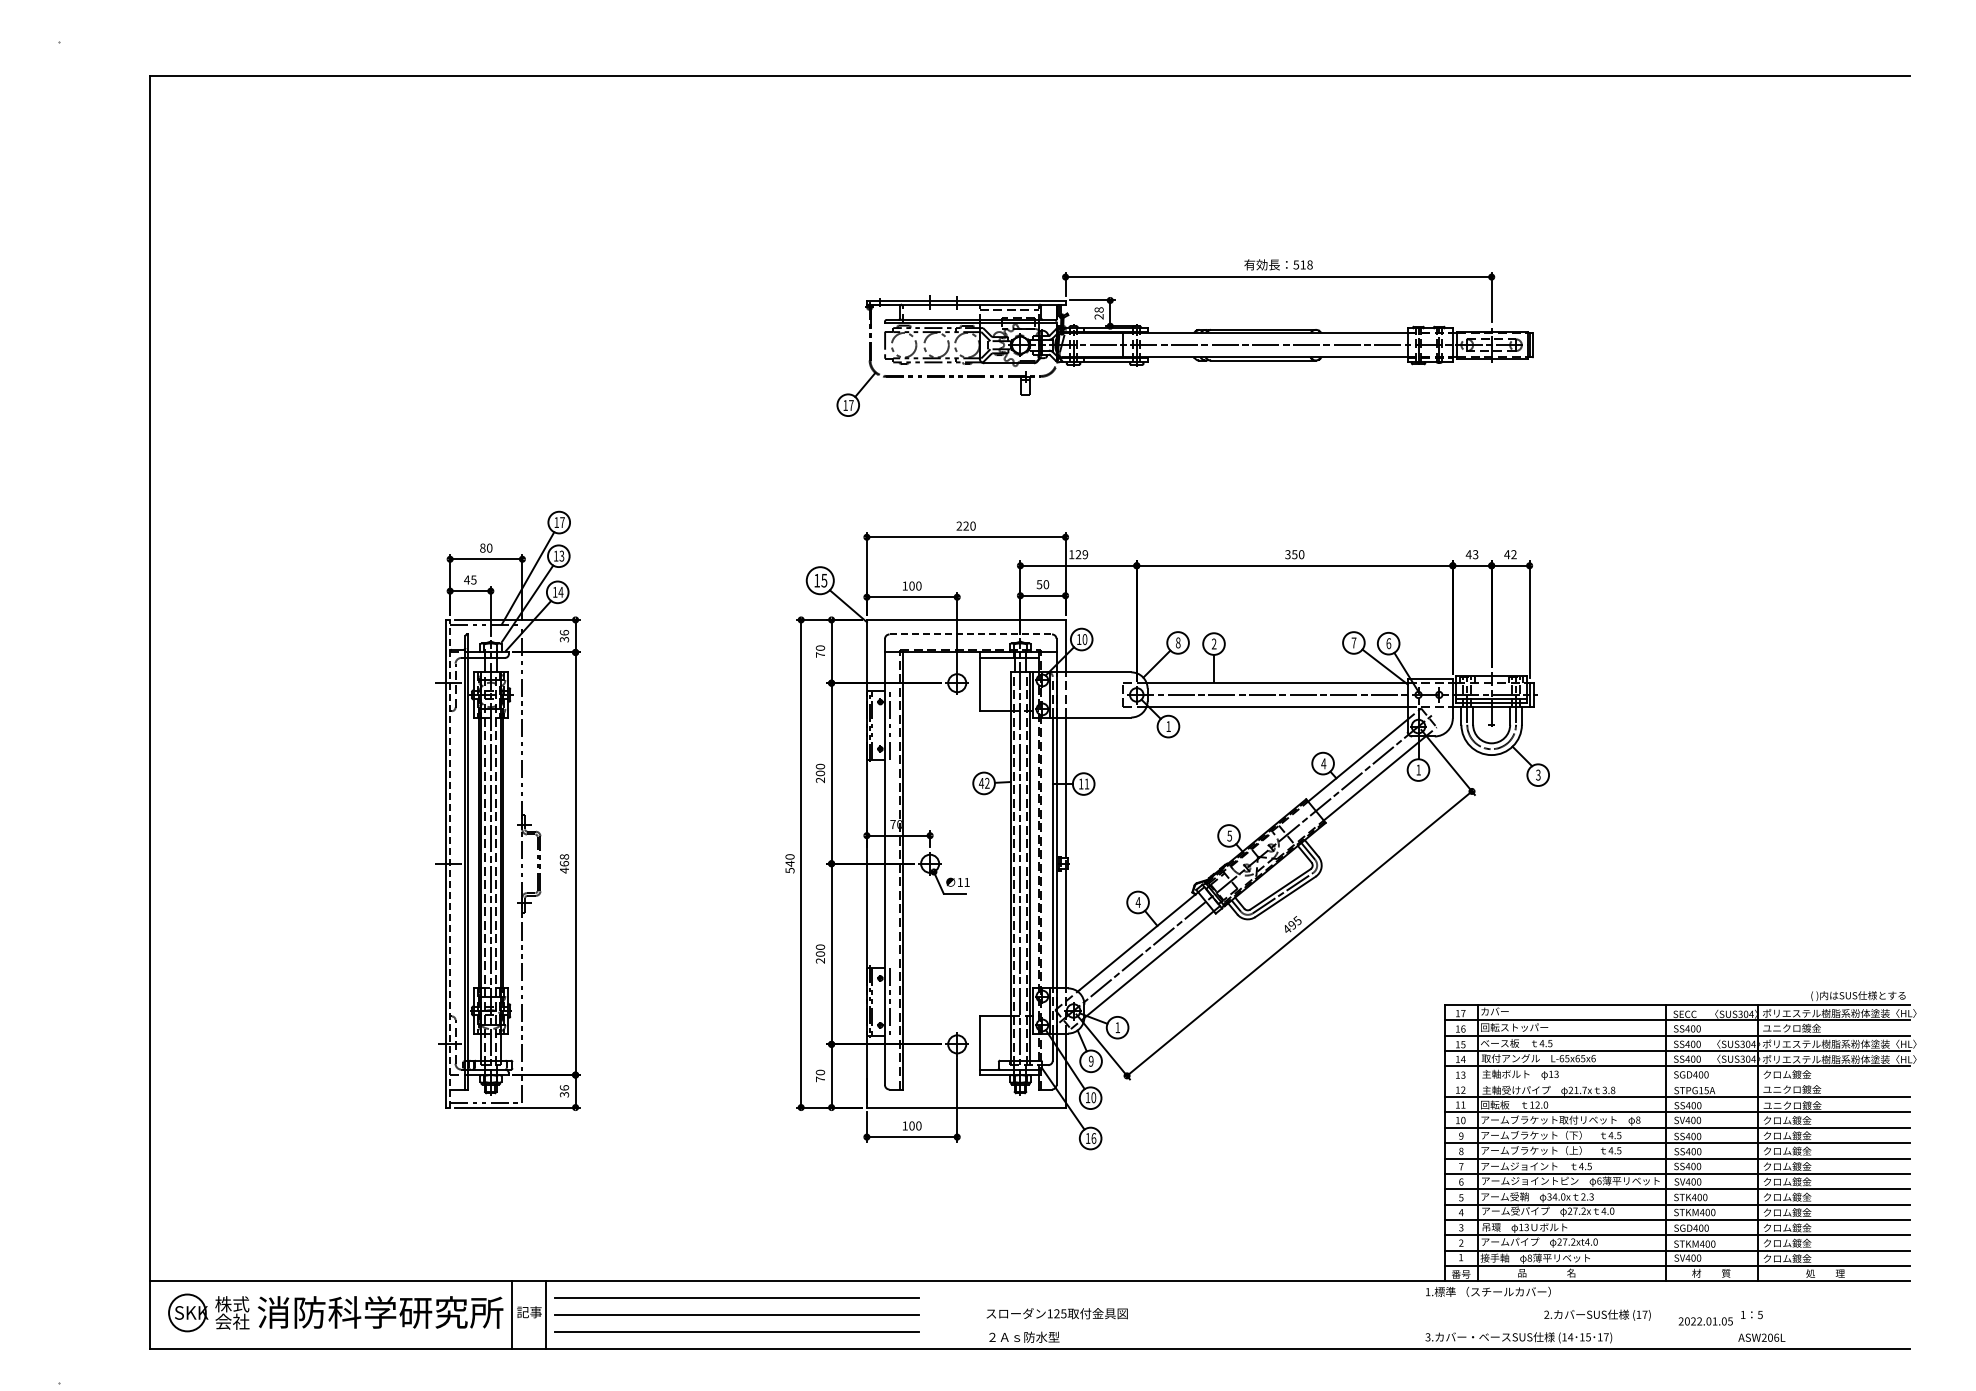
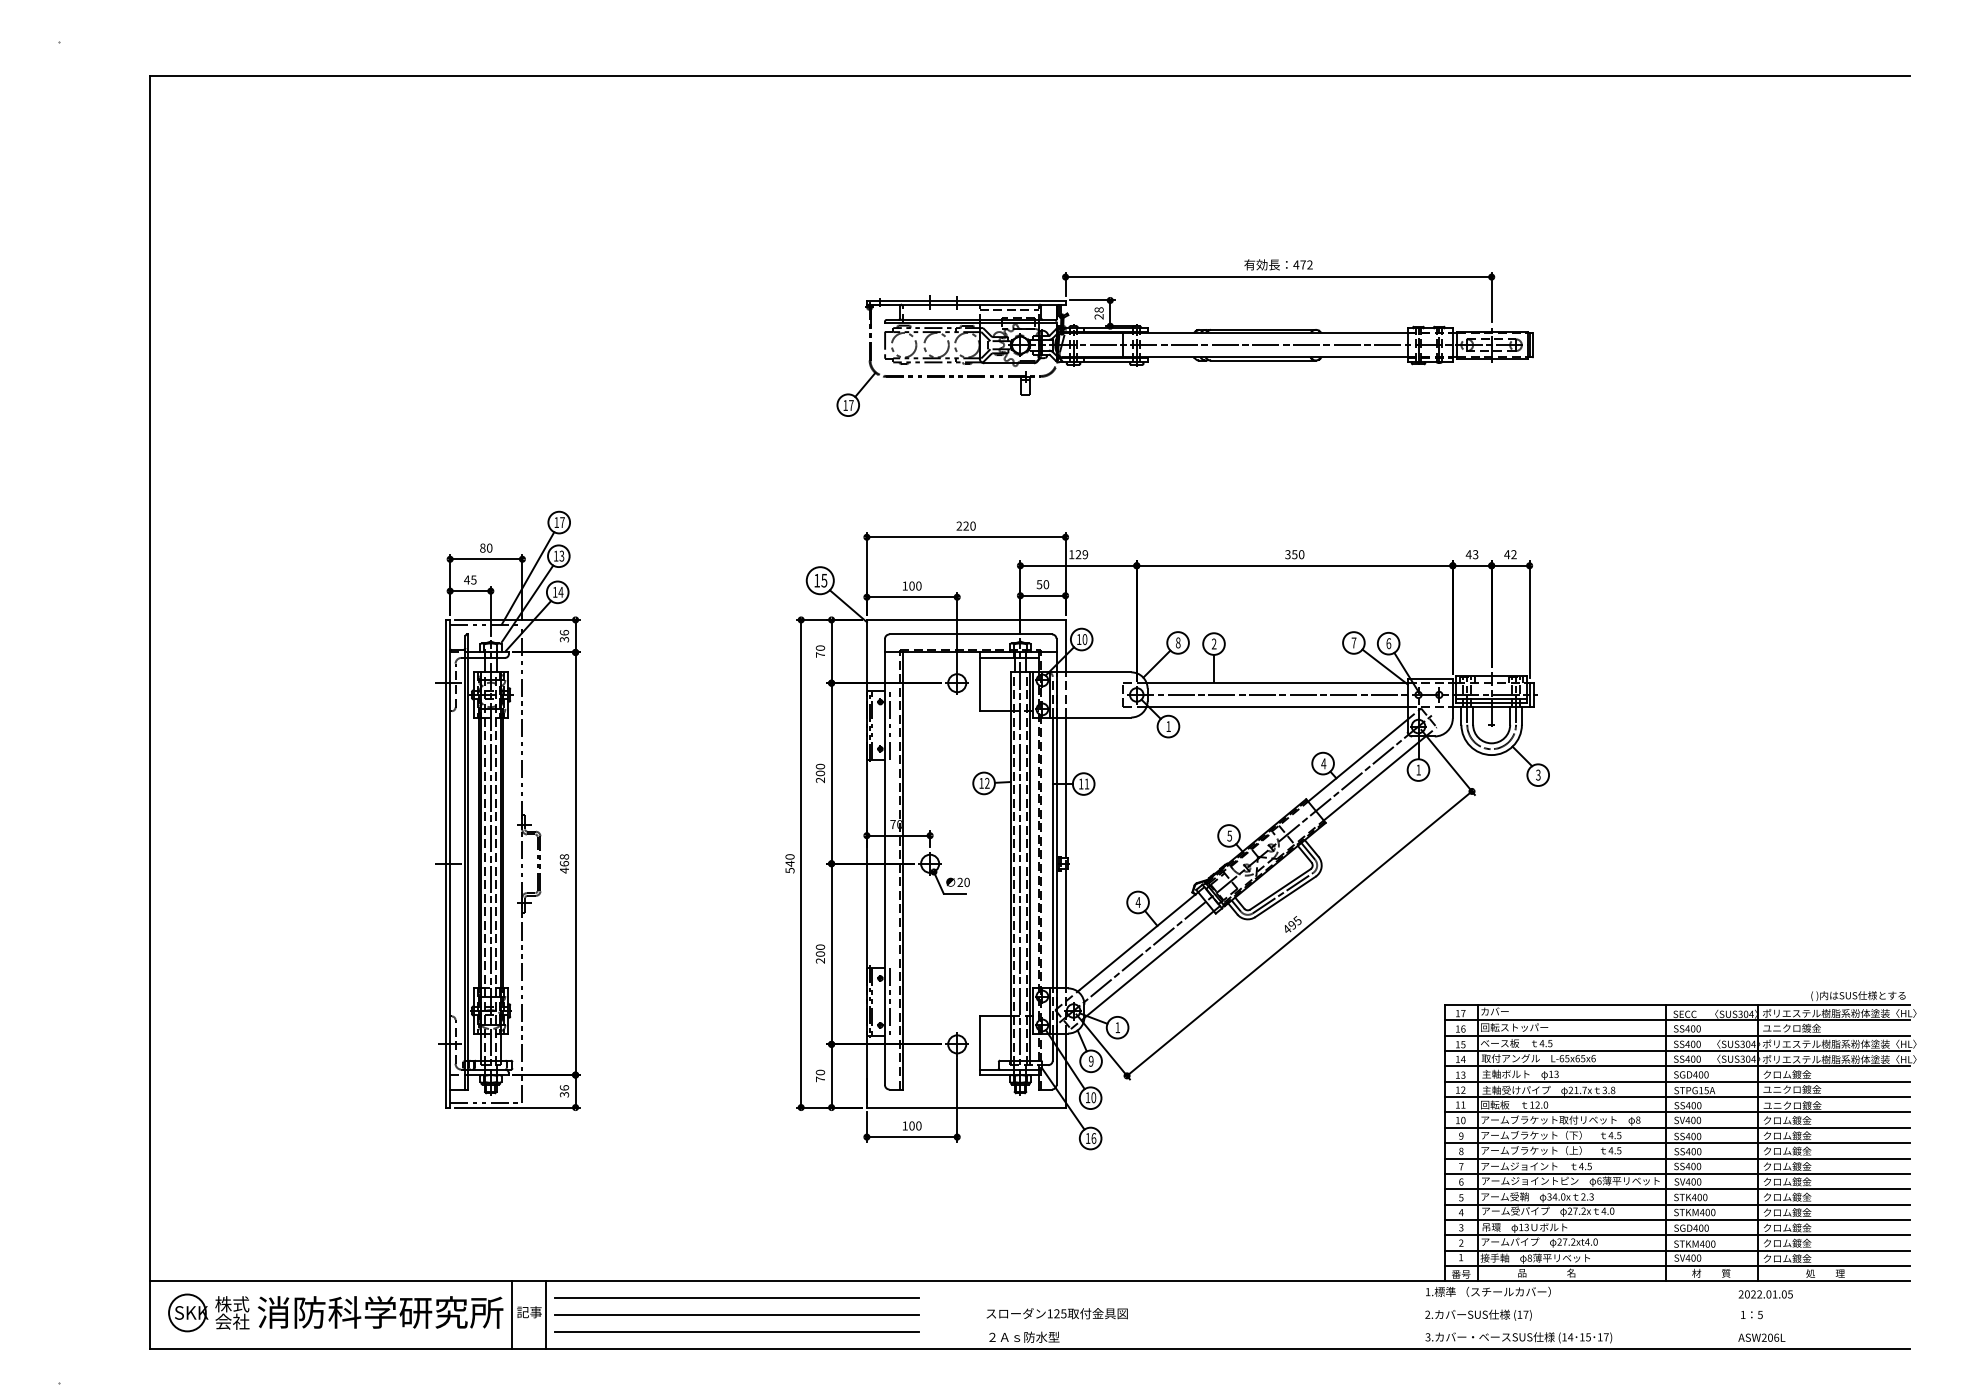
text at (1302, 264): 518 -> 472
line at (971, 634): dashed -> solid
text at (981, 783): 42 -> 12
line at (450, 863): dashed -> solid
text at (963, 882): 11 -> 20
line at (1677, 1081): none -> present
text at (1597, 1314) position: (1597, 1314) -> (1478, 1314)
text at (1705, 1321) position: (1705, 1321) -> (1765, 1294)
